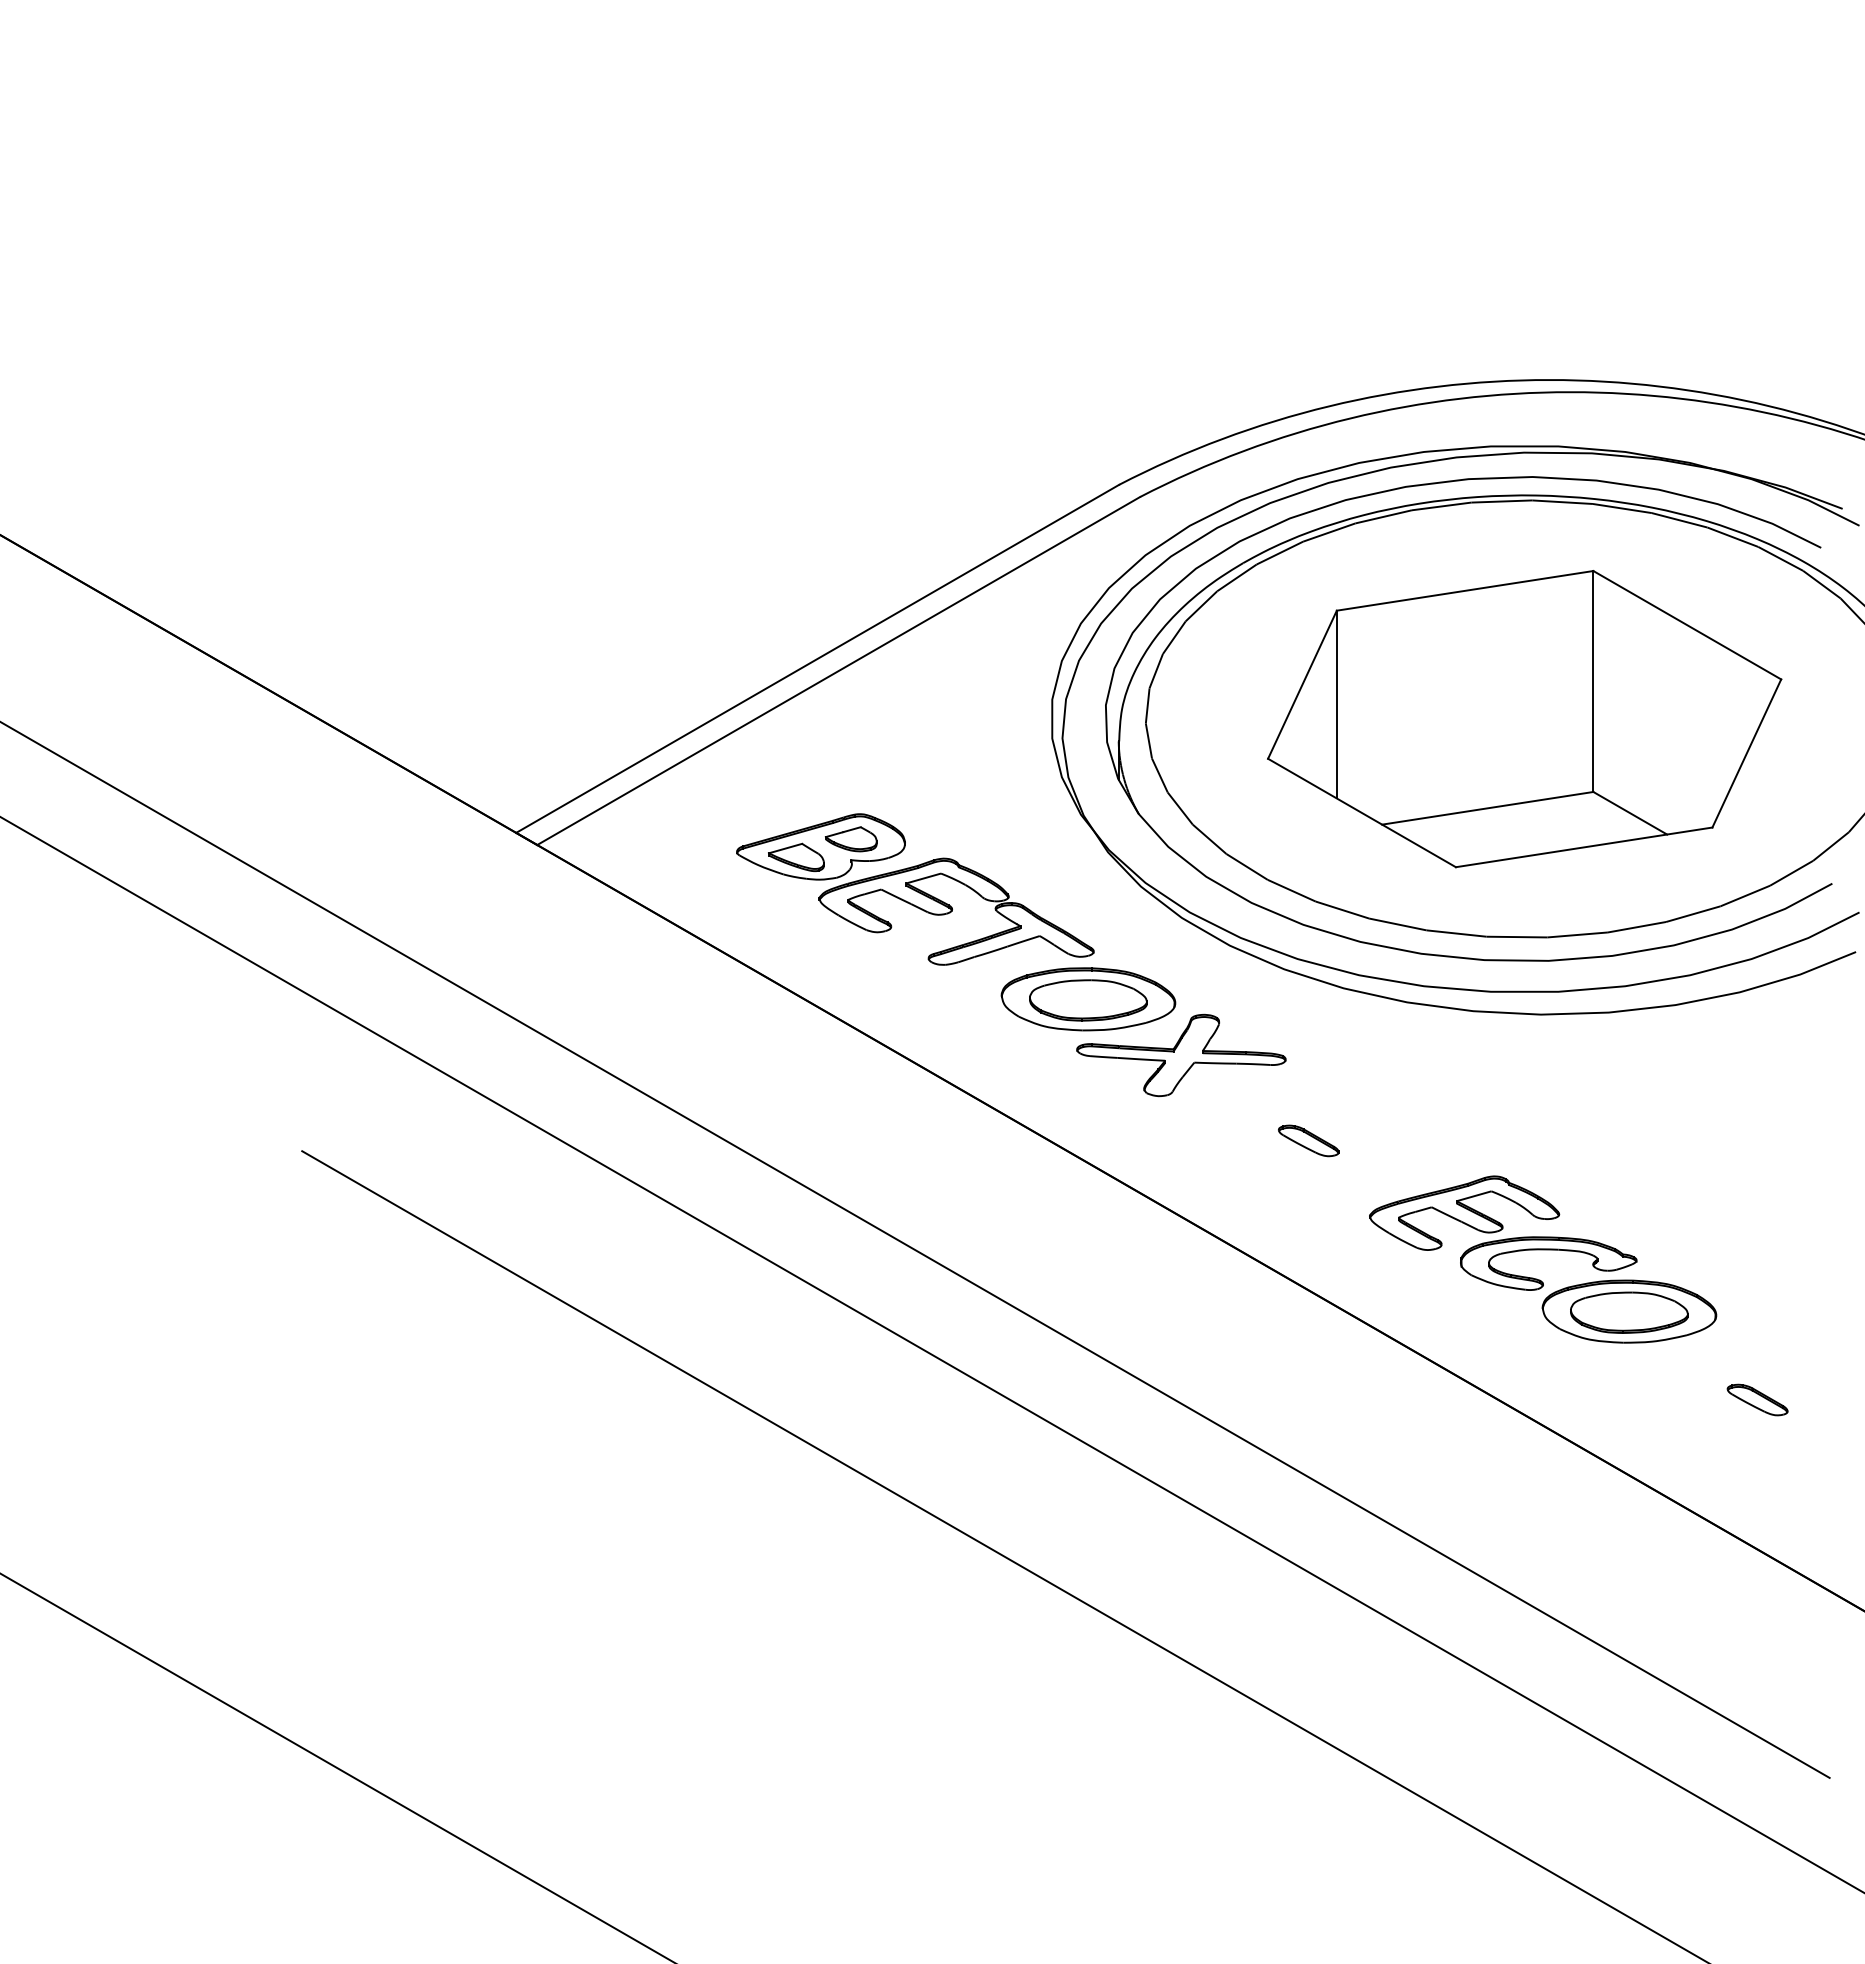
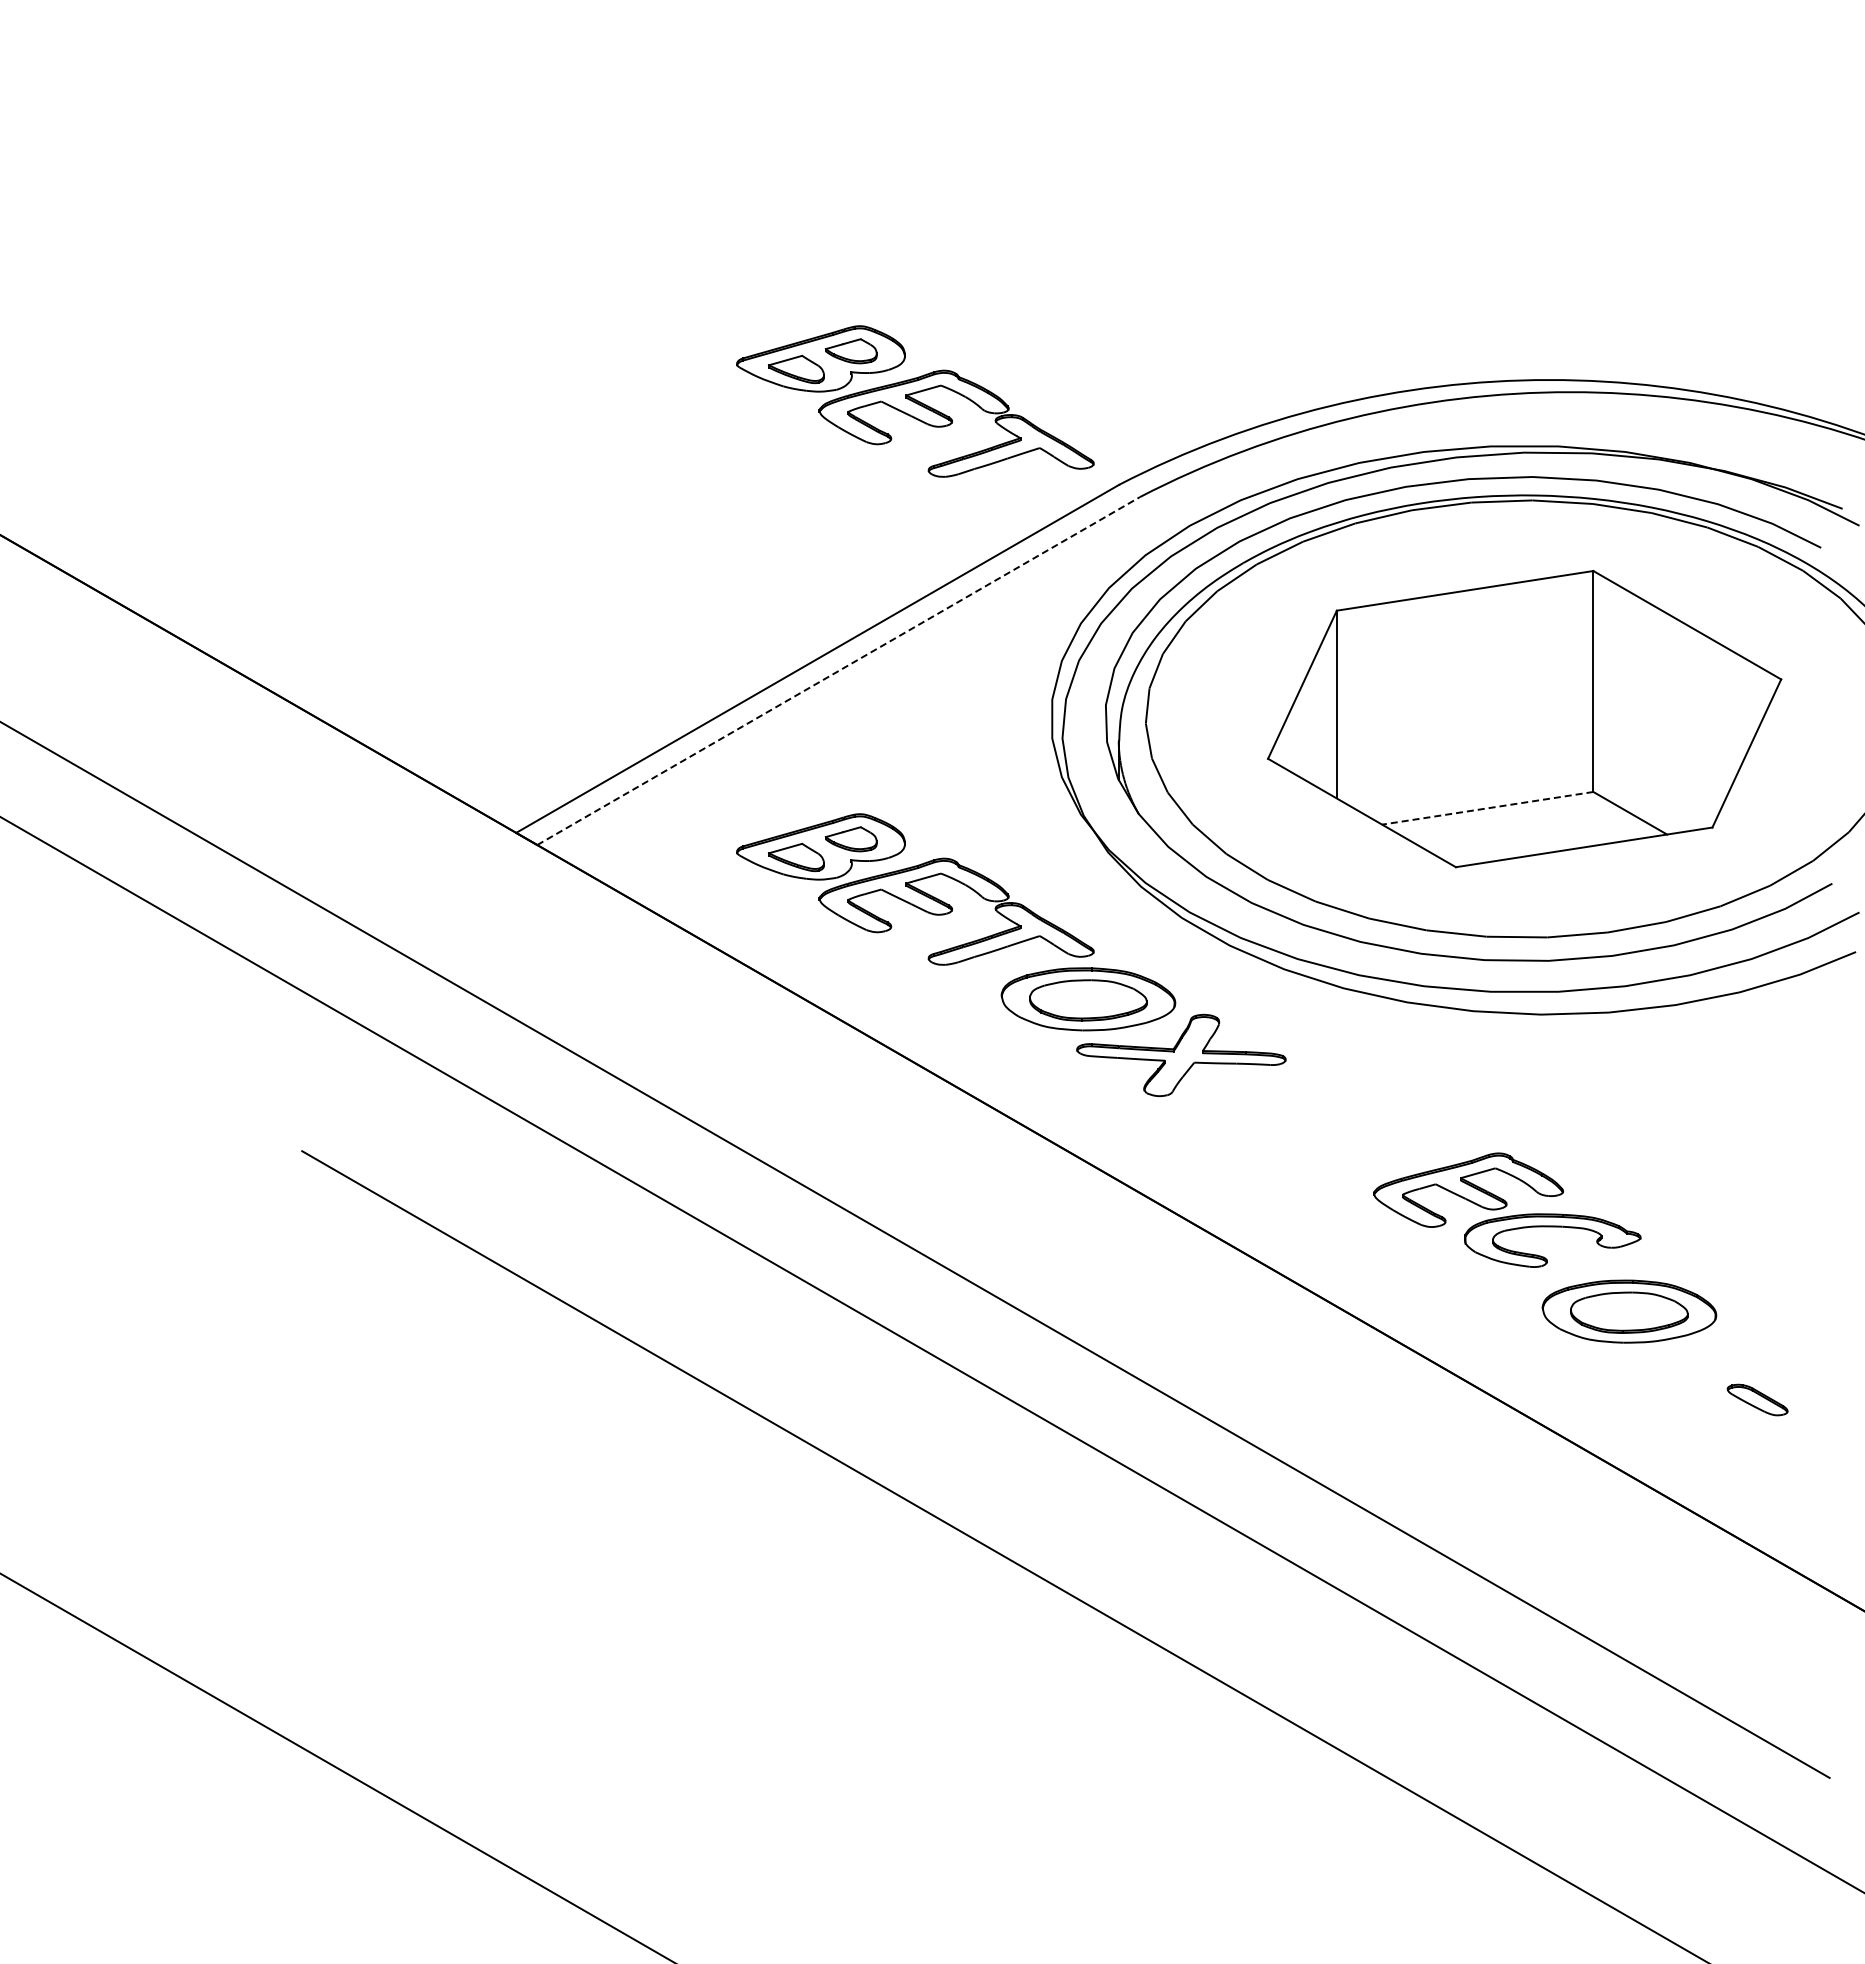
part at (915, 401): none -> present
line at (838, 671): solid -> dashed
line at (1487, 808): solid -> dashed
part at (1308, 1140): present -> none
part at (1503, 1232) position: (1503, 1232) -> (1507, 1209)
